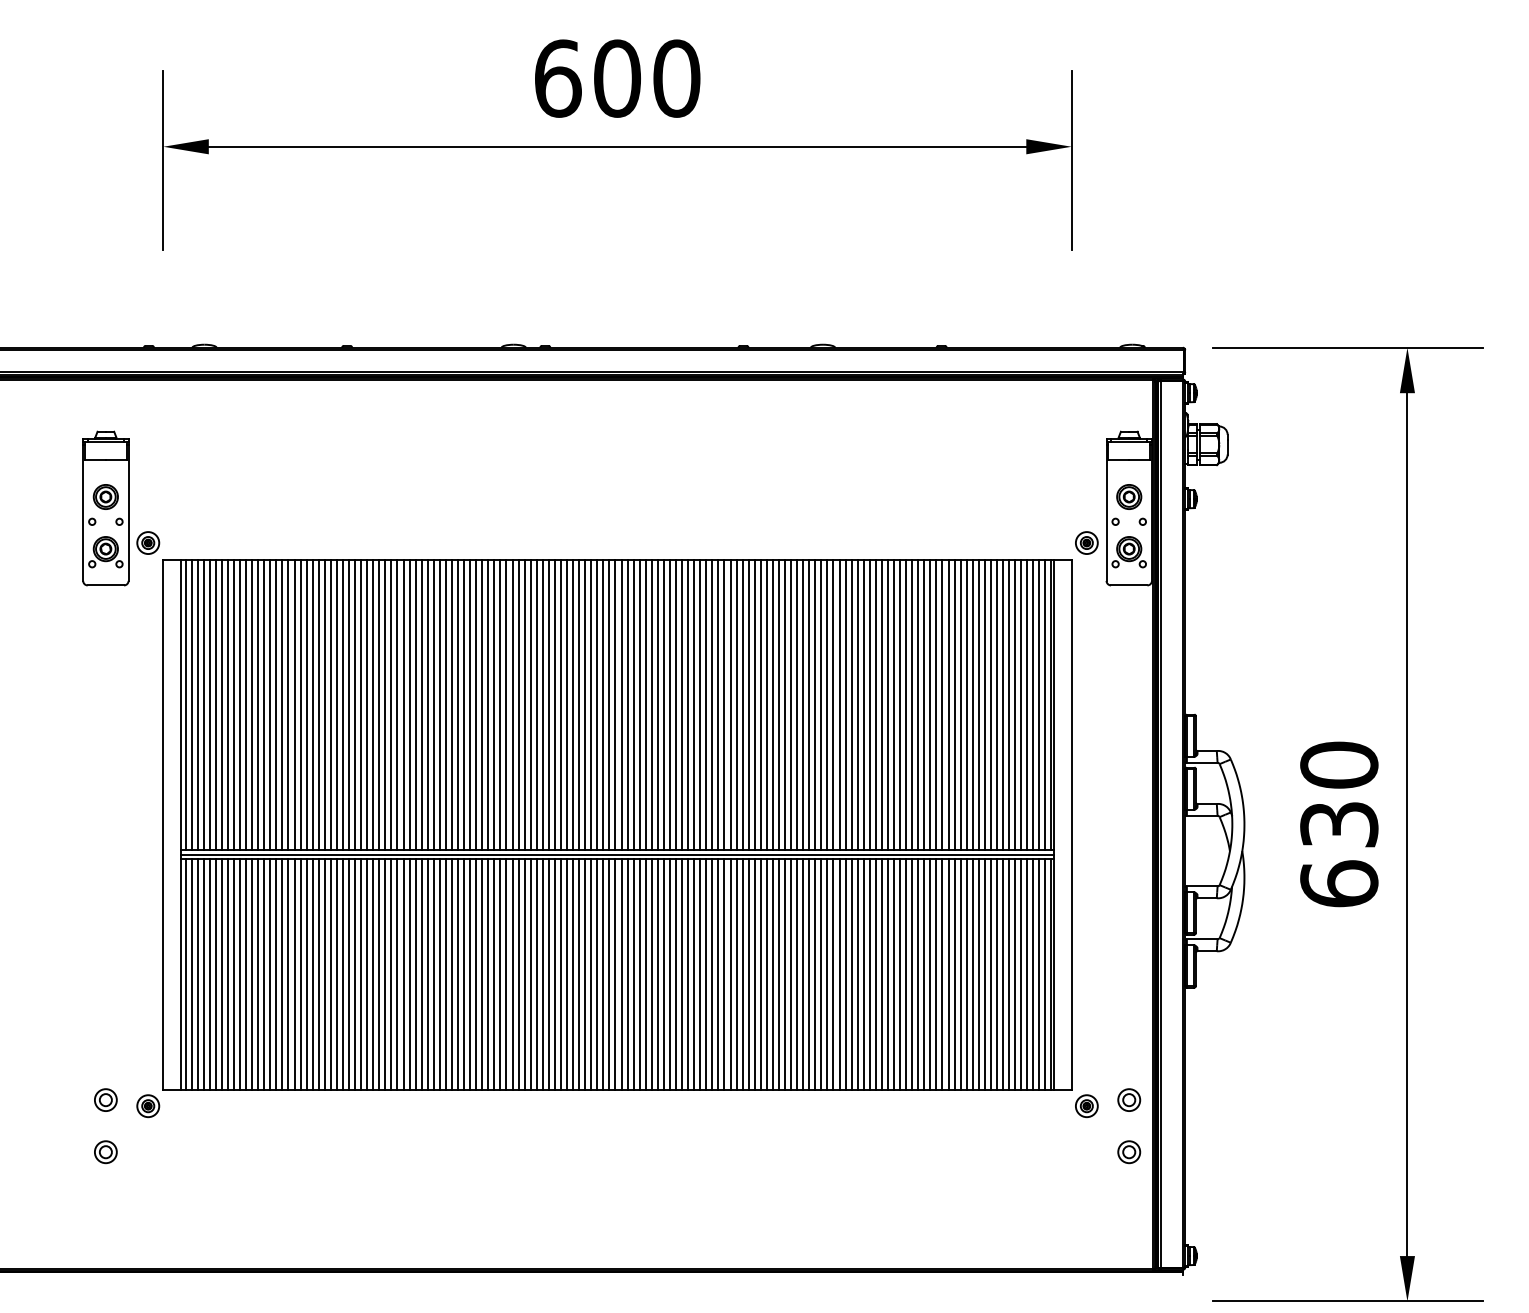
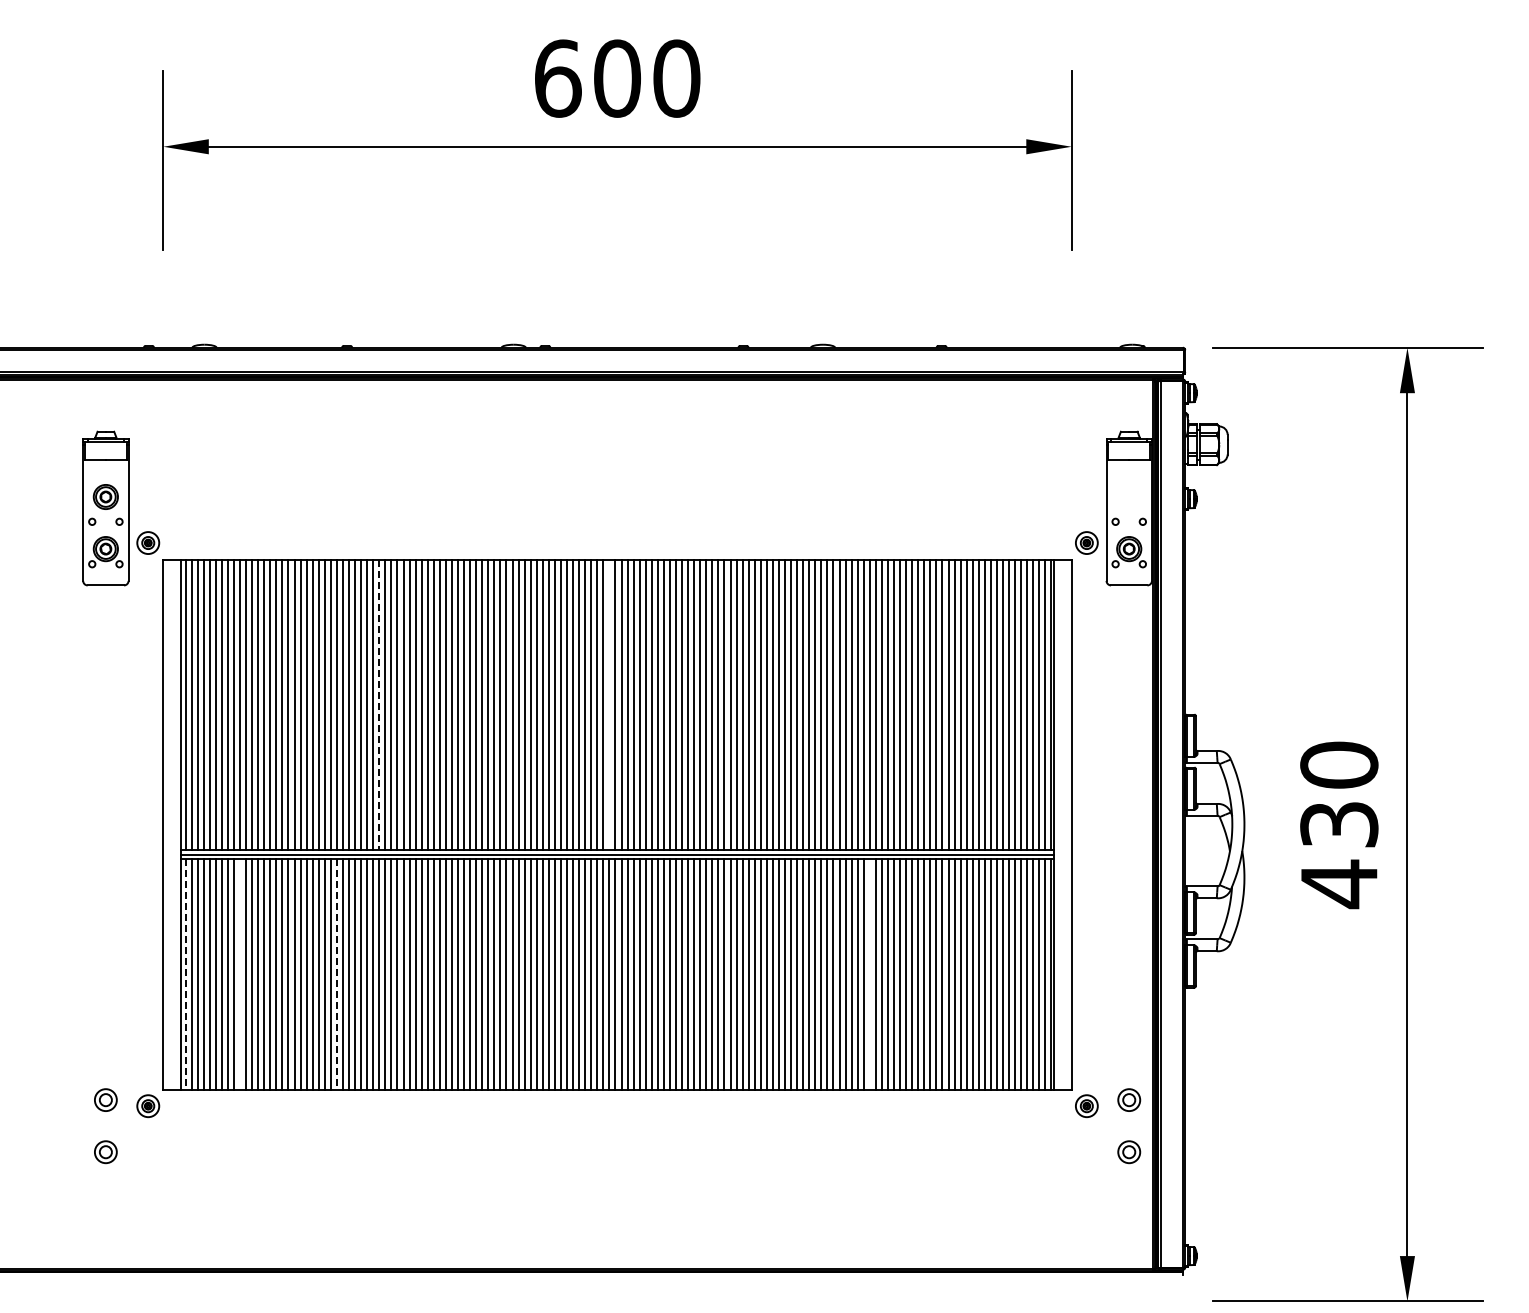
part at (1129, 496): present -> none
line at (609, 704): present -> none
line at (379, 705): solid -> dashed
text at (1339, 884): 630 -> 430
line at (185, 974): solid -> dashed
line at (240, 974): present -> none
line at (336, 974): solid -> dashed
line at (869, 974): present -> none
